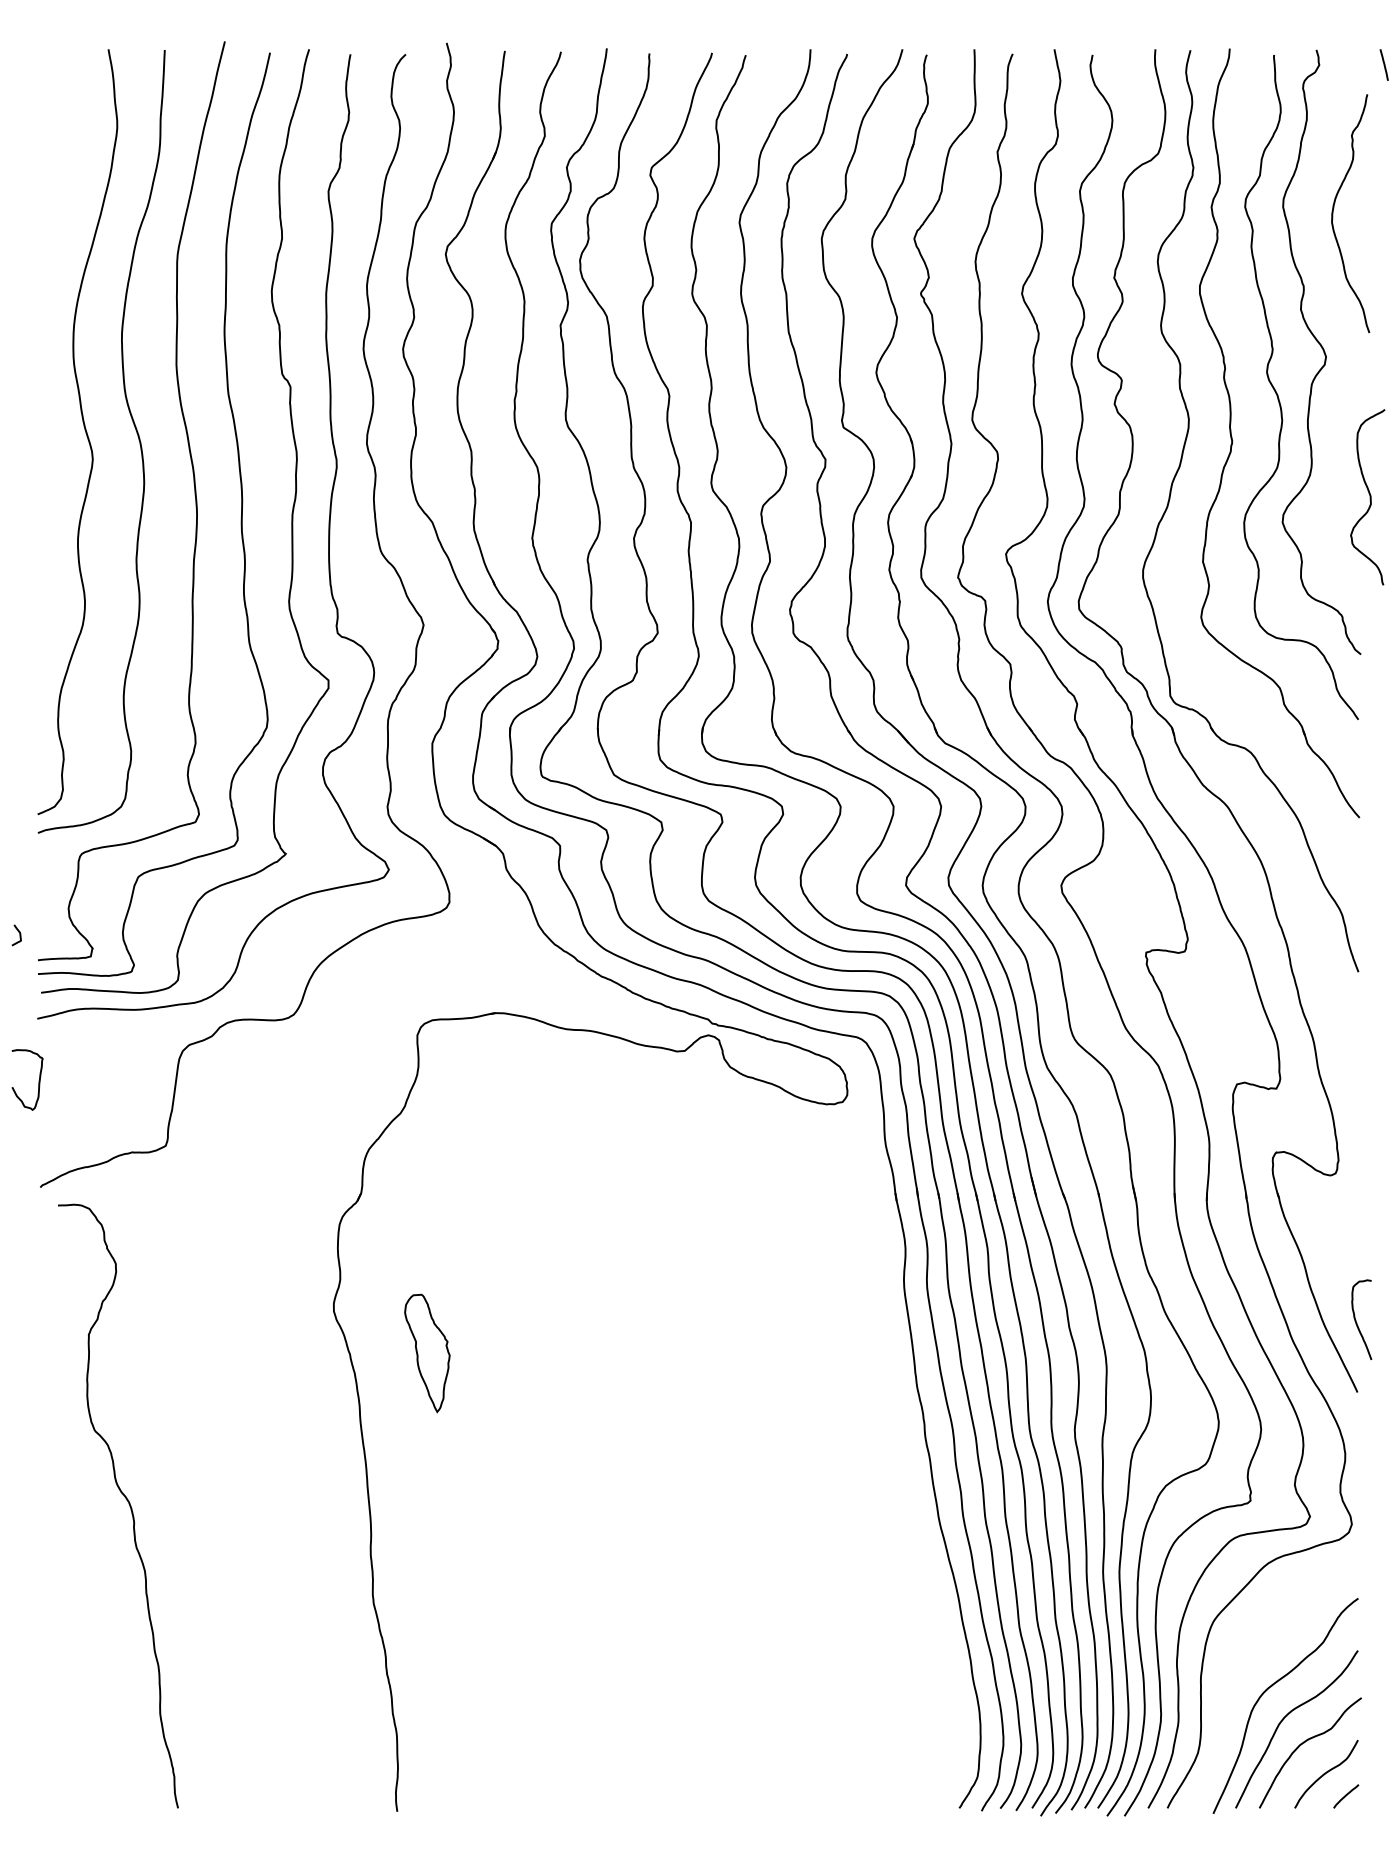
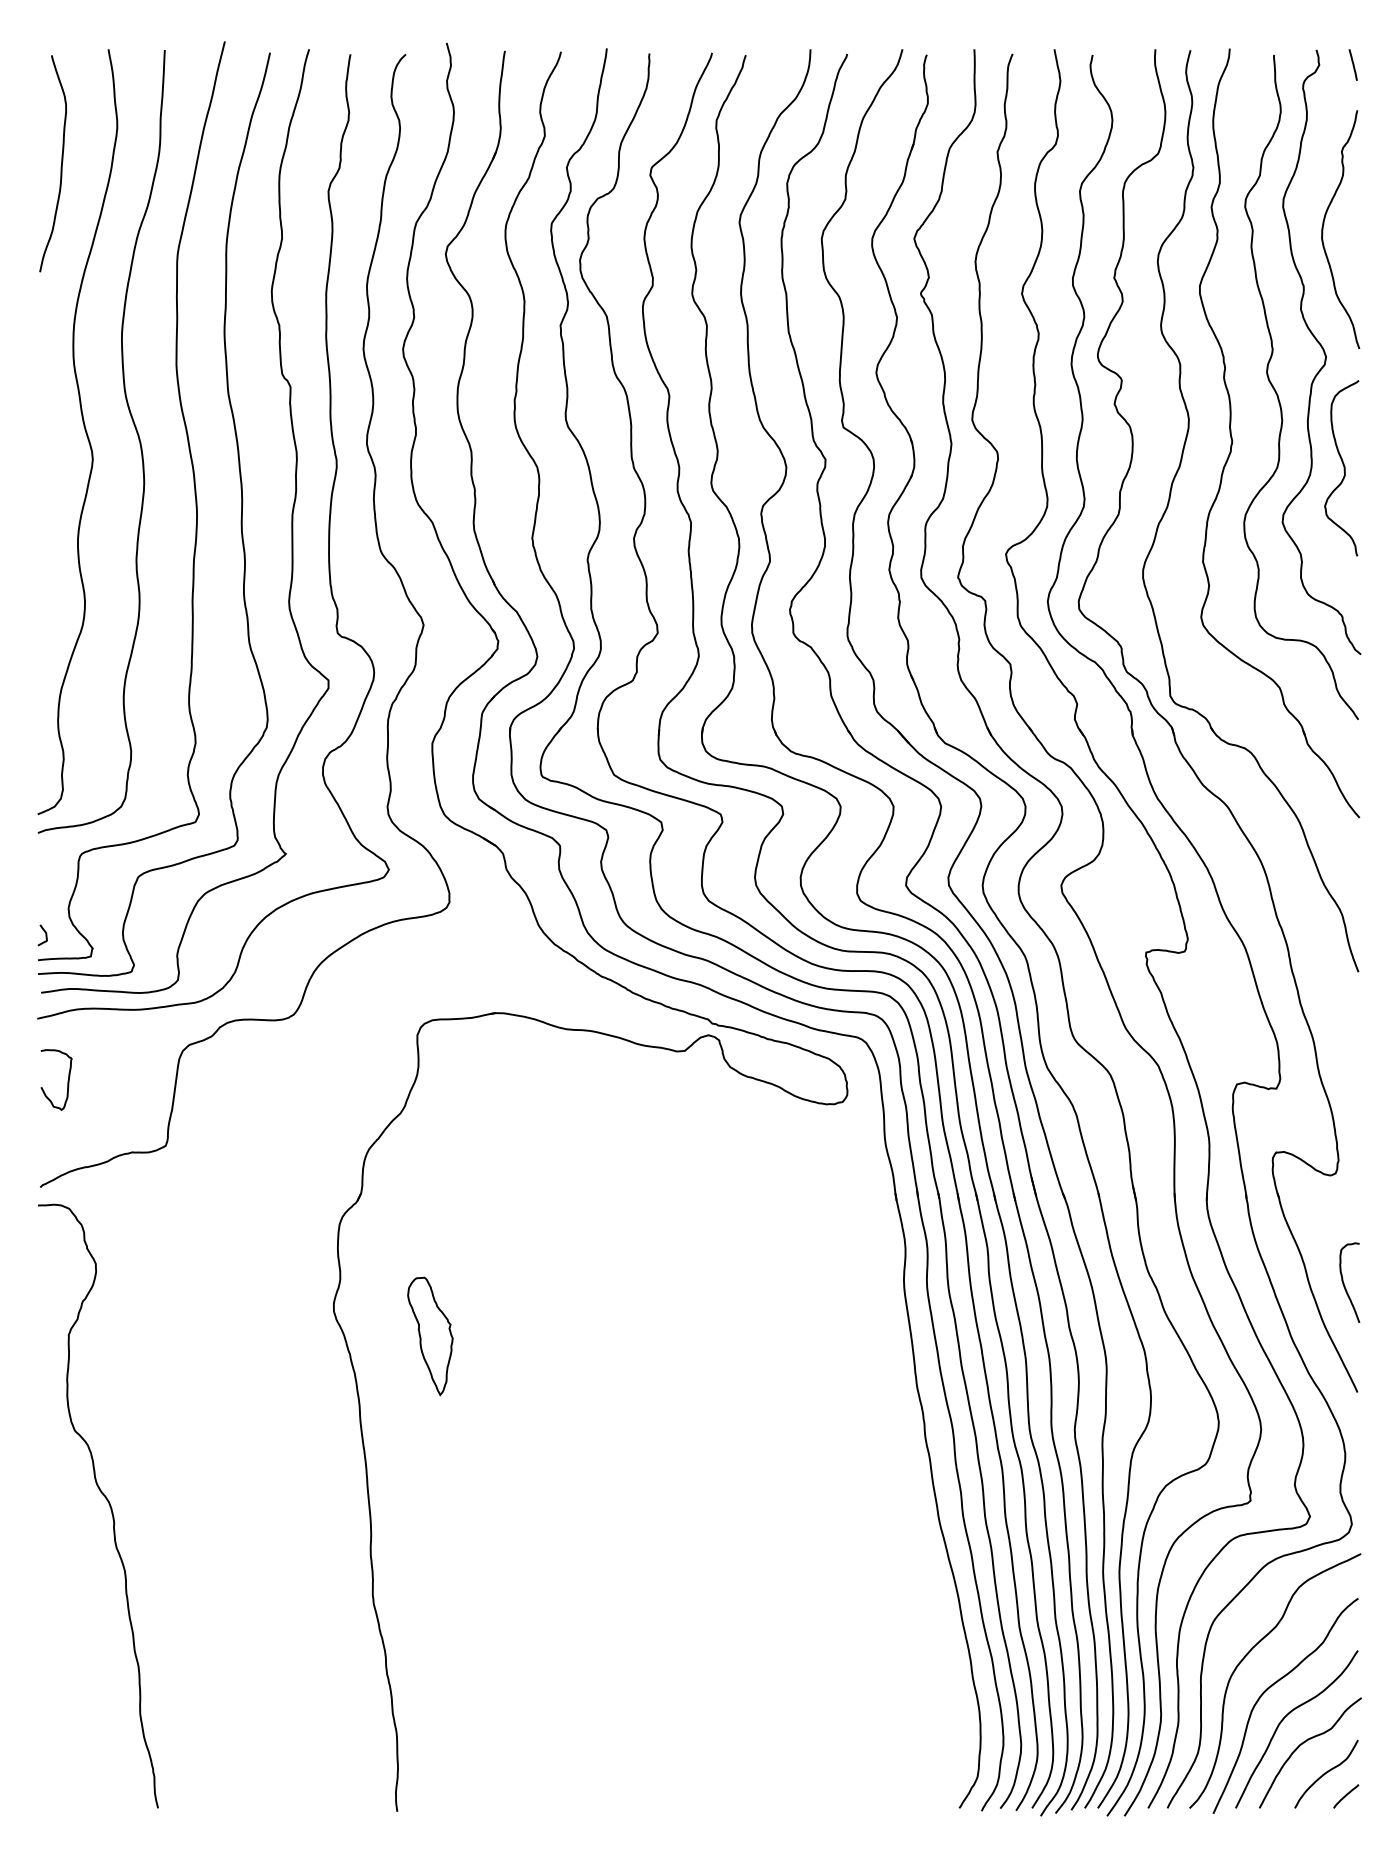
line at (1383, 64) position: (1383, 64) -> (1352, 64)
curve at (60, 166): none -> present
curve at (1334, 208) position: (1334, 208) -> (1324, 224)
curve at (1369, 497) position: (1369, 497) -> (1343, 468)
curve at (19, 935) position: (19, 935) -> (45, 935)
curve at (38, 1080) position: (38, 1080) -> (67, 1080)
curve at (1356, 1320) position: (1356, 1320) -> (1344, 1283)
part at (427, 1353) position: (427, 1353) -> (430, 1336)
curve at (126, 1500) position: (126, 1500) -> (106, 1500)
curve at (1244, 1659): none -> present
